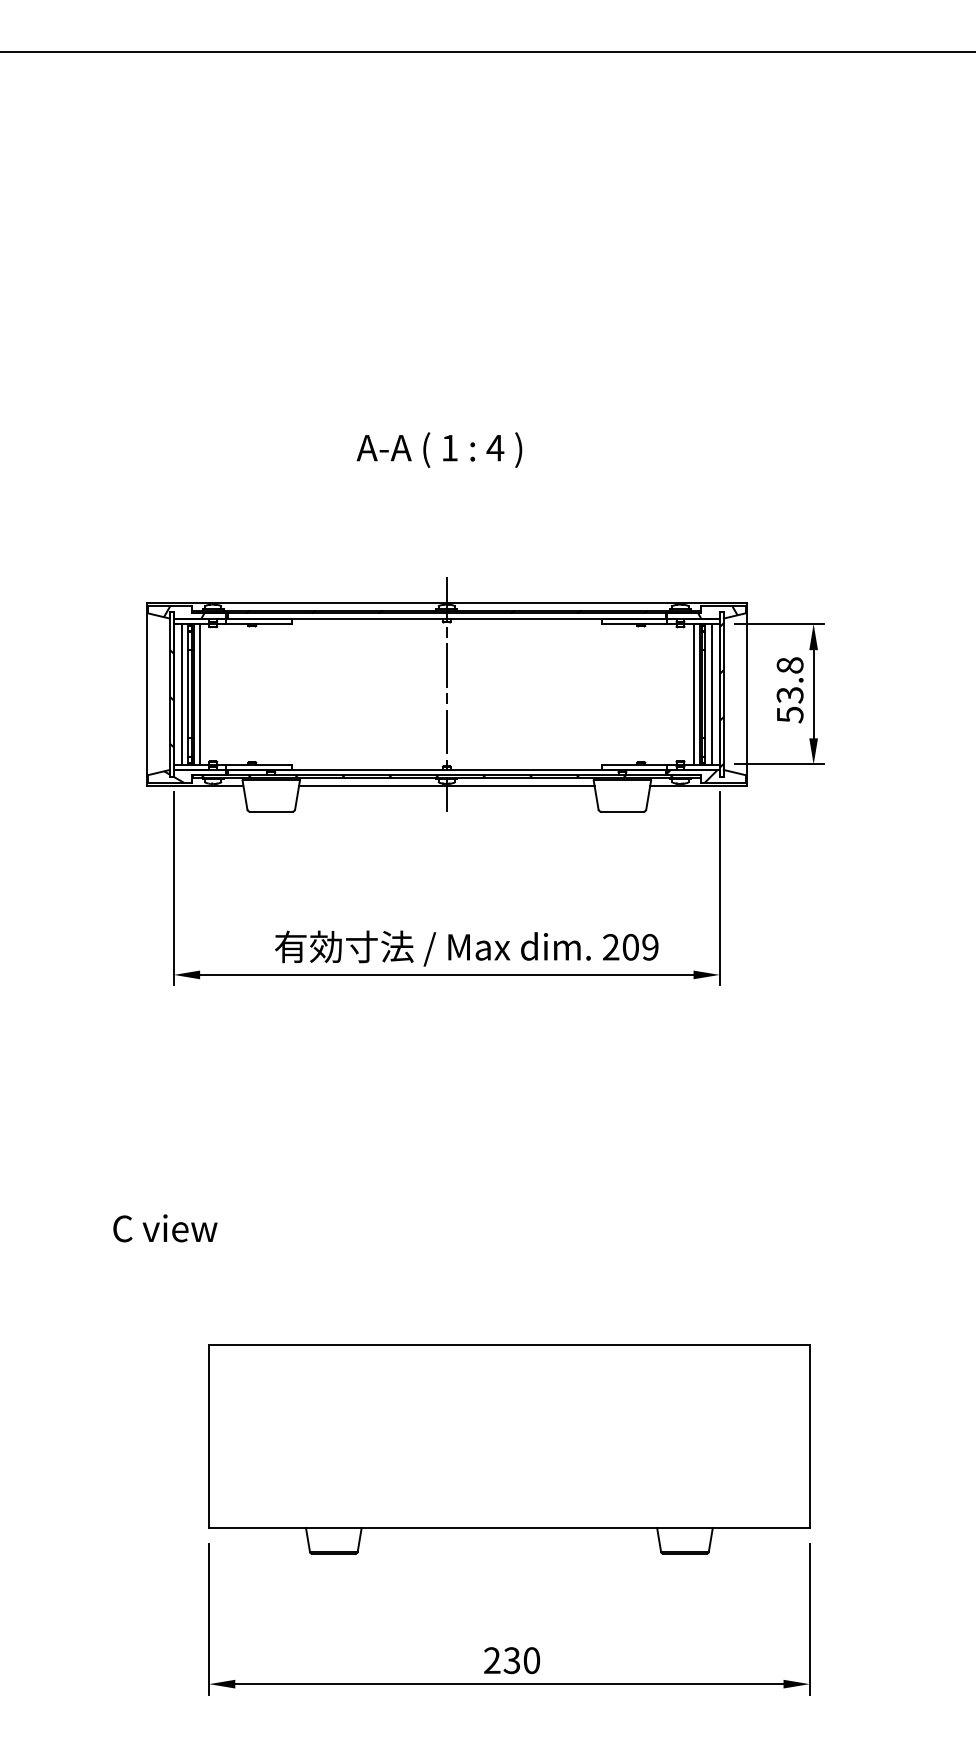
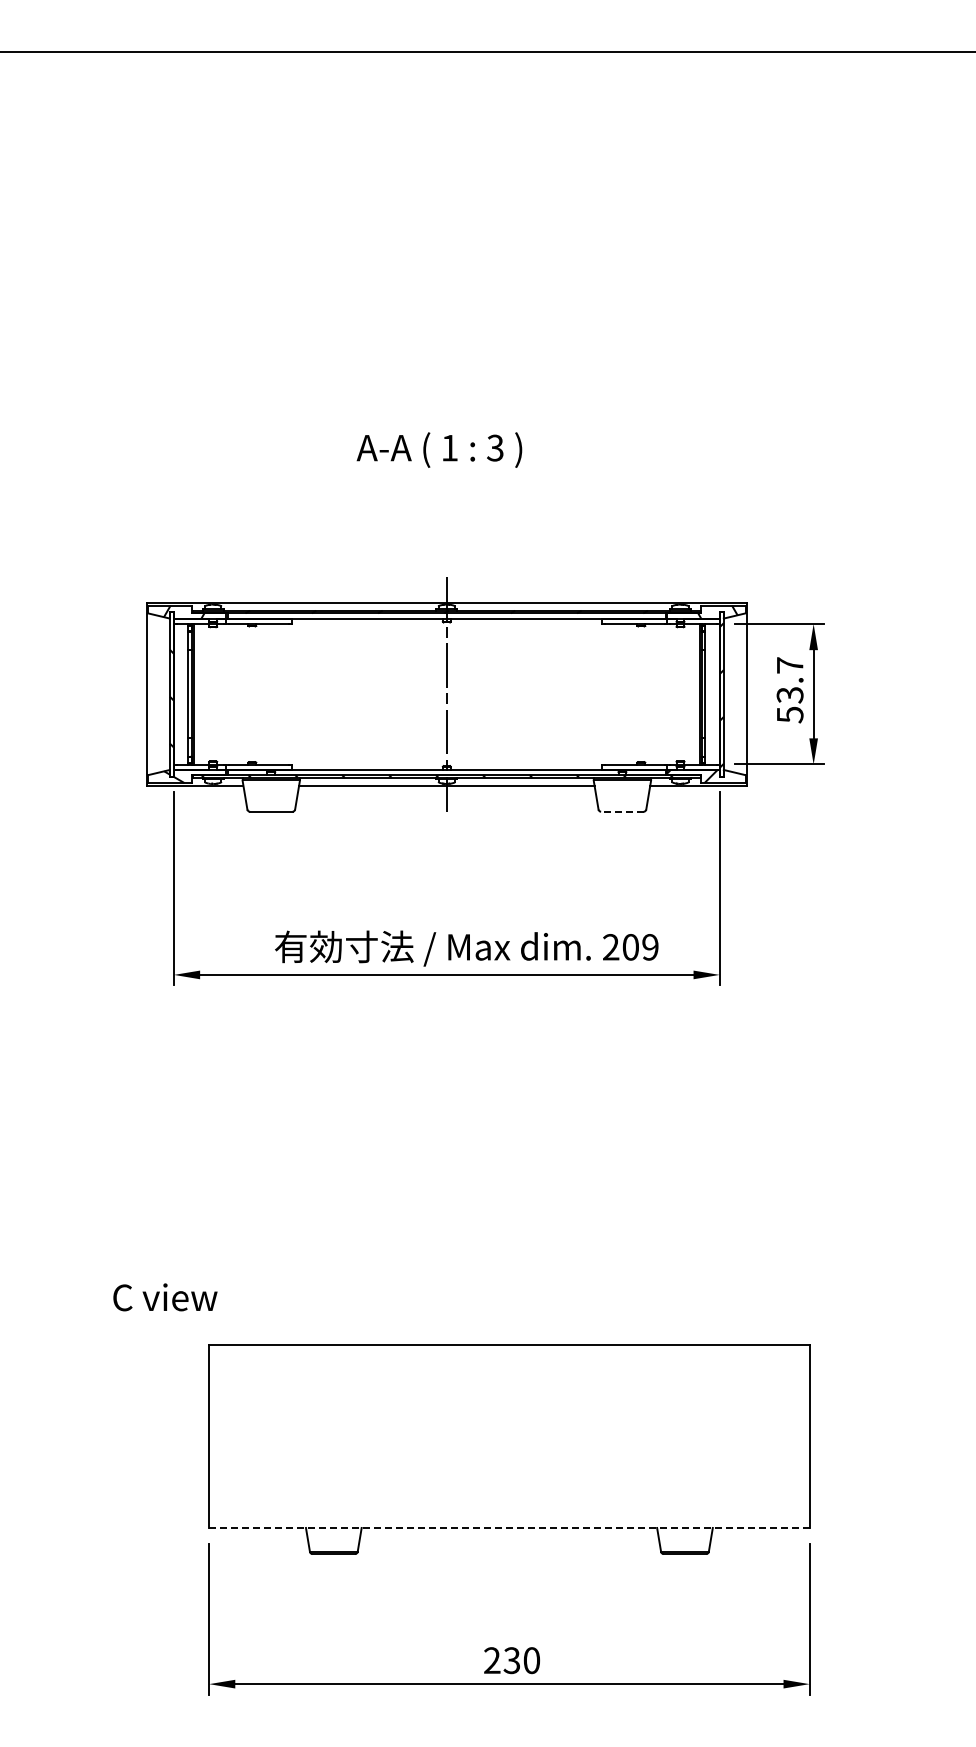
text at (495, 447): 4 -> 3
text at (789, 665): 53.8 -> 53.7
line at (181, 694): present -> none
line at (200, 694): present -> none
line at (693, 694): present -> none
line at (711, 694): present -> none
line at (621, 811): solid -> dashed
text at (165, 1228) position: (165, 1228) -> (165, 1297)
line at (509, 1528): solid -> dashed
